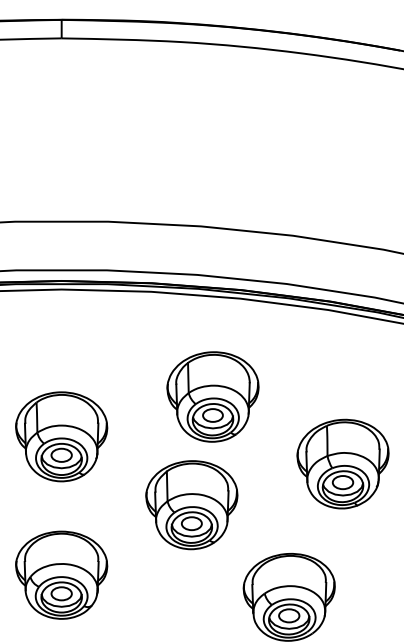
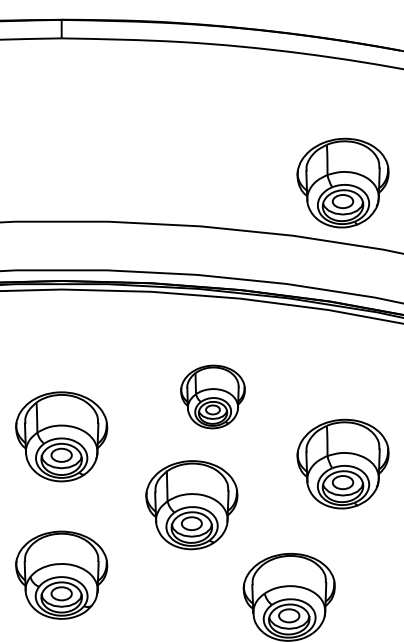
part at (342, 182): none -> present
part at (212, 396) size: 94x92 px -> 66x66 px
